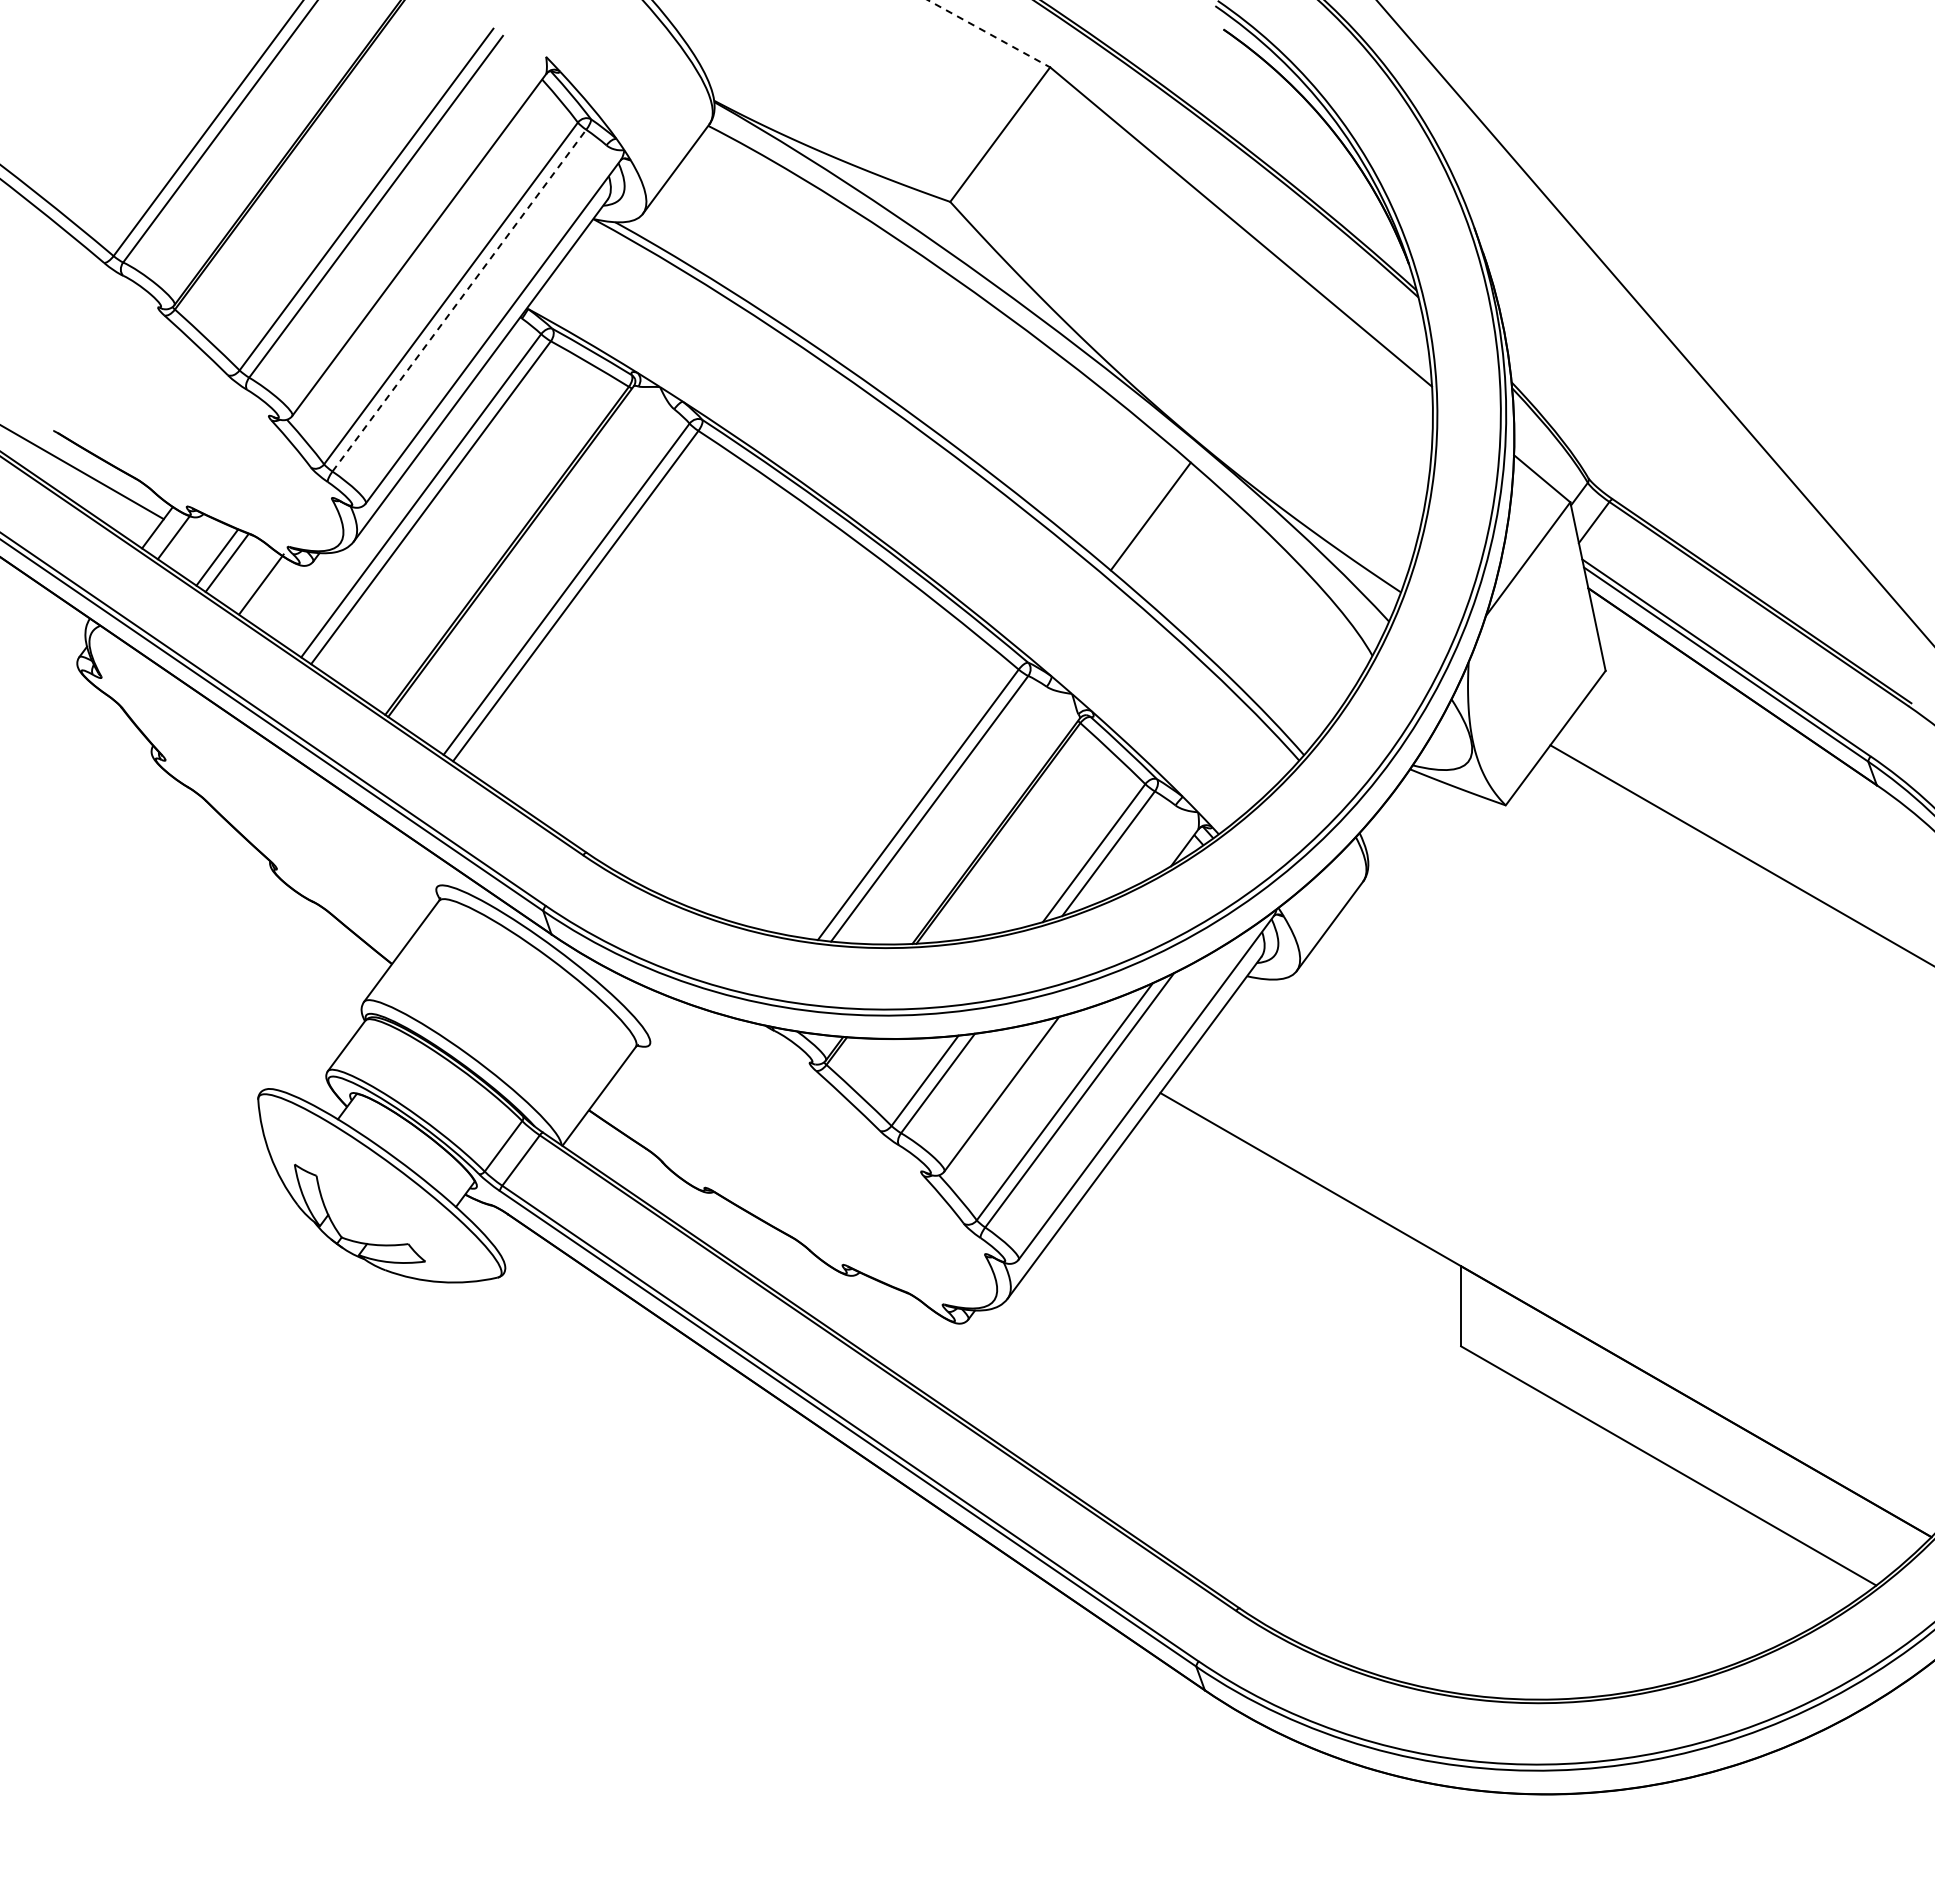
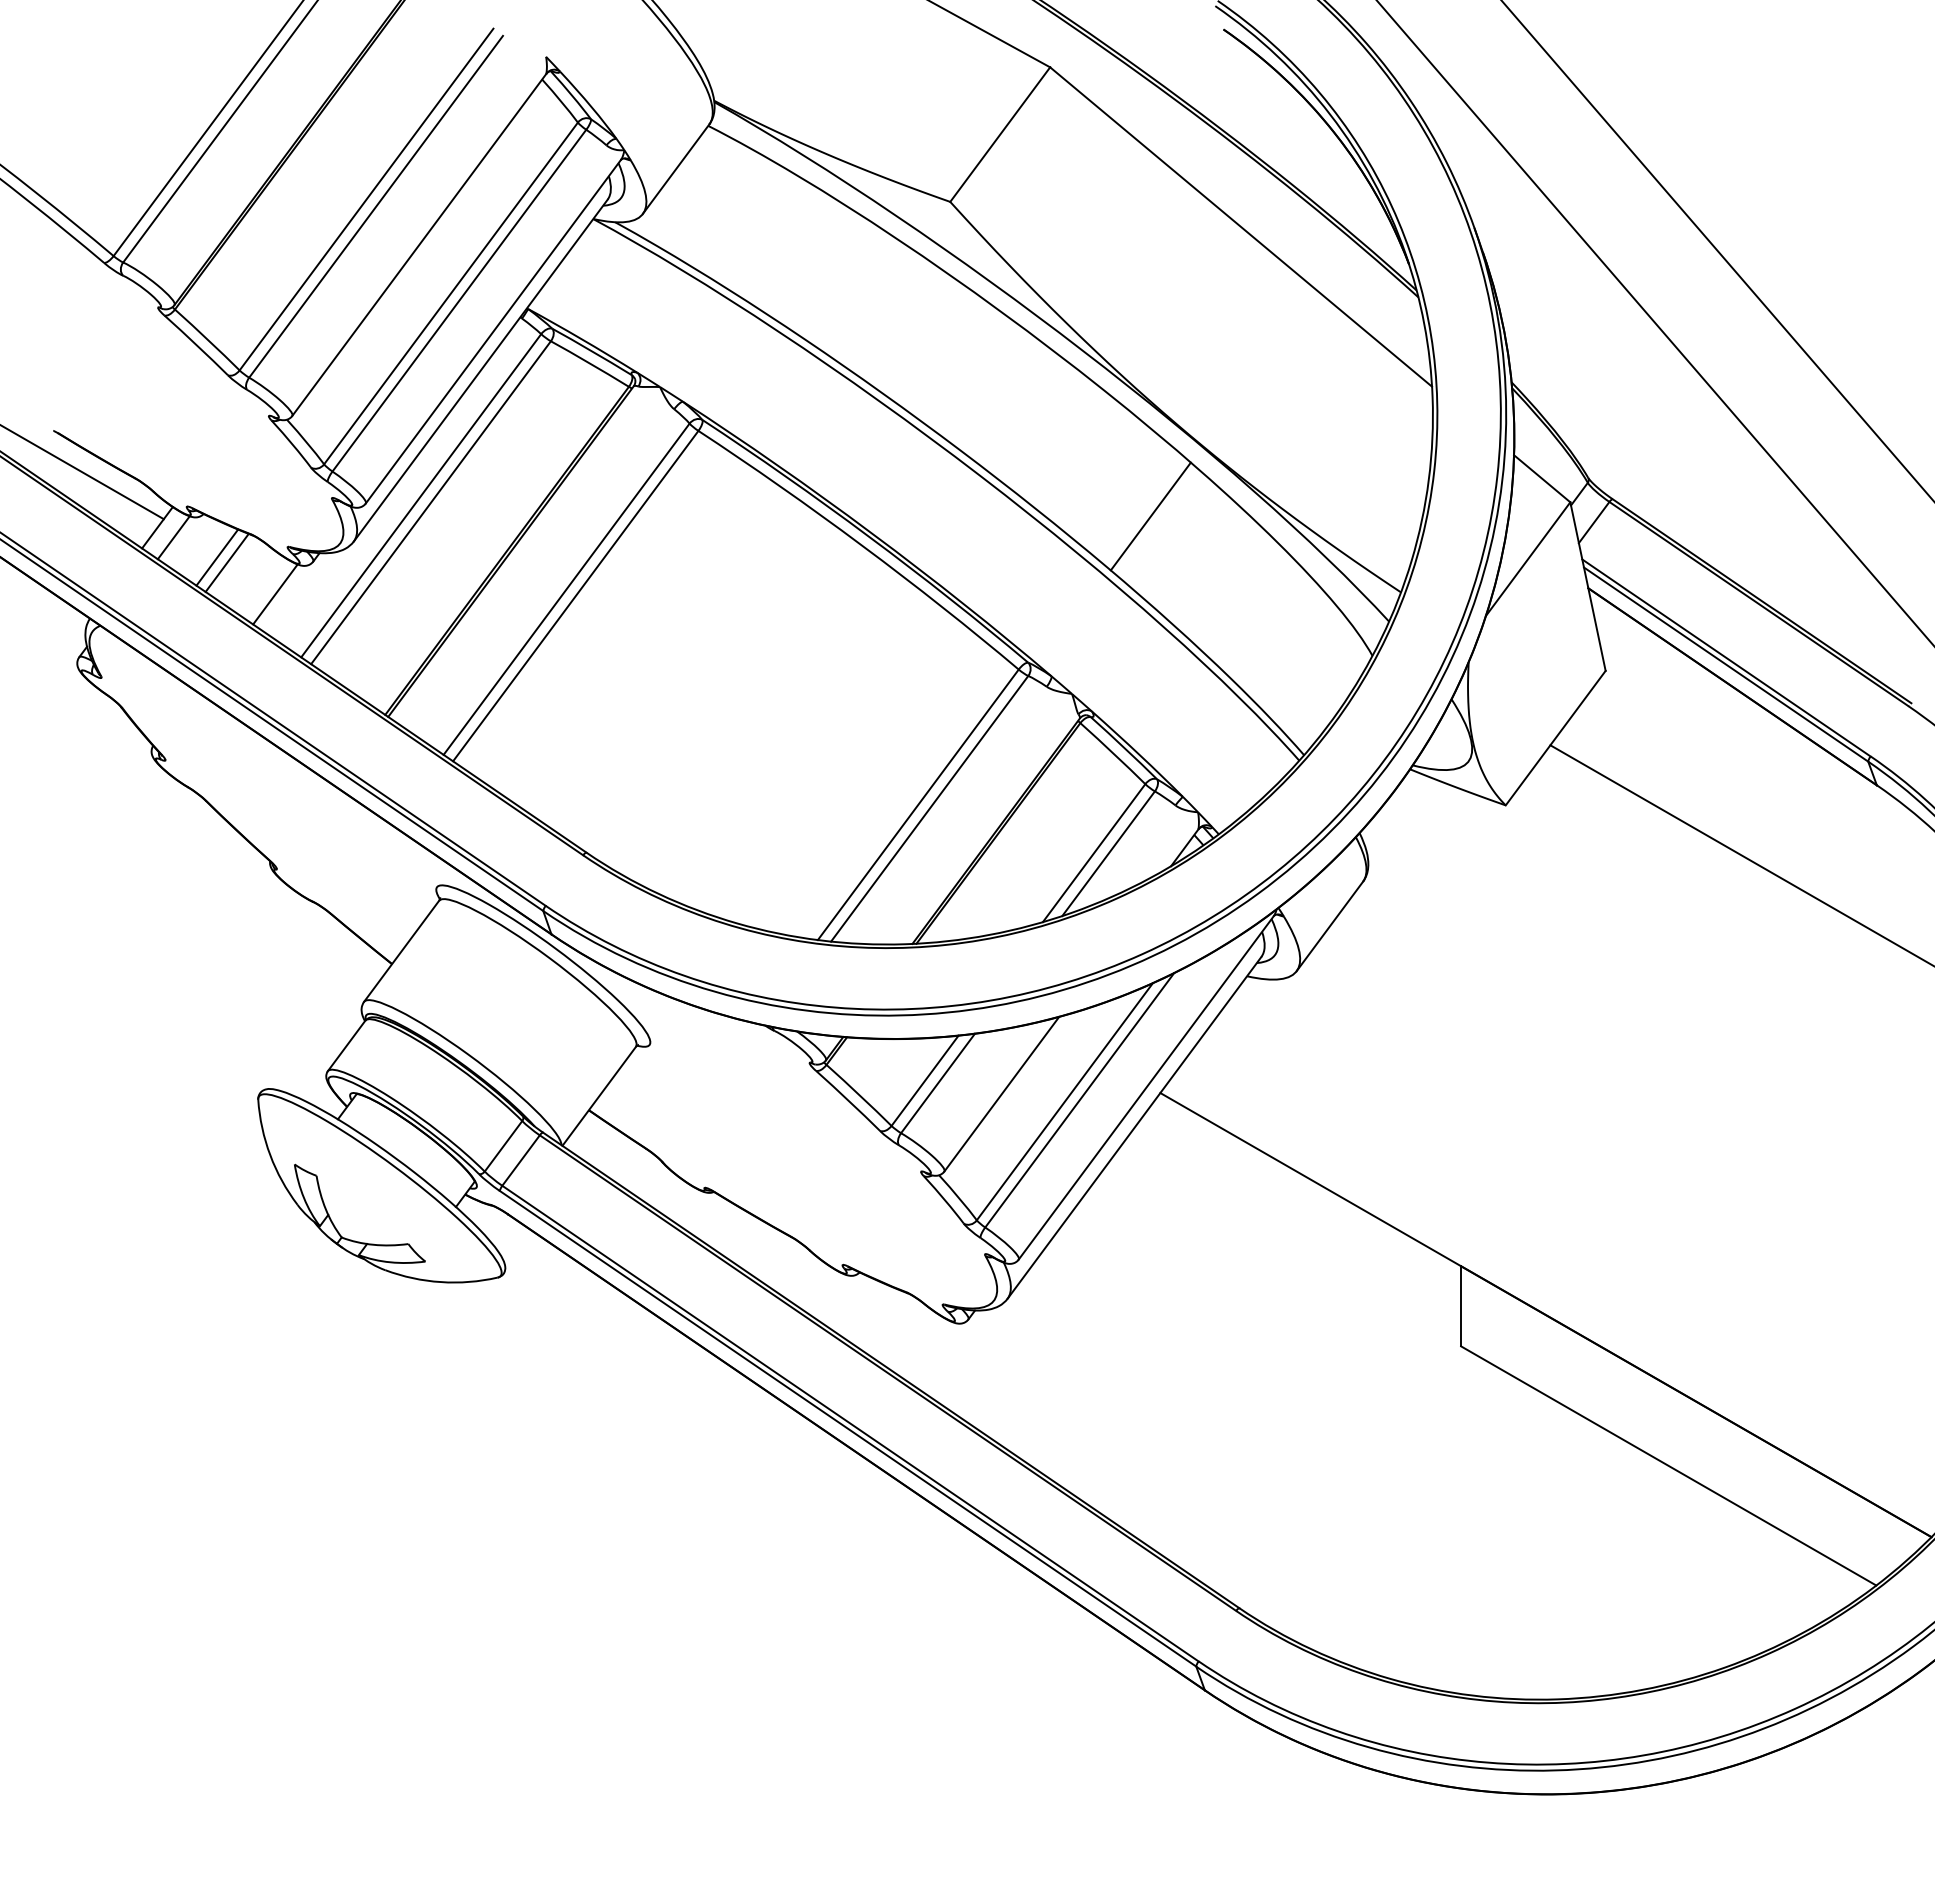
line at (989, 33): dashed -> solid
line at (1717, 250): none -> present
line at (459, 300): dashed -> solid
line at (261, 584) position: (261, 584) -> (275, 594)
